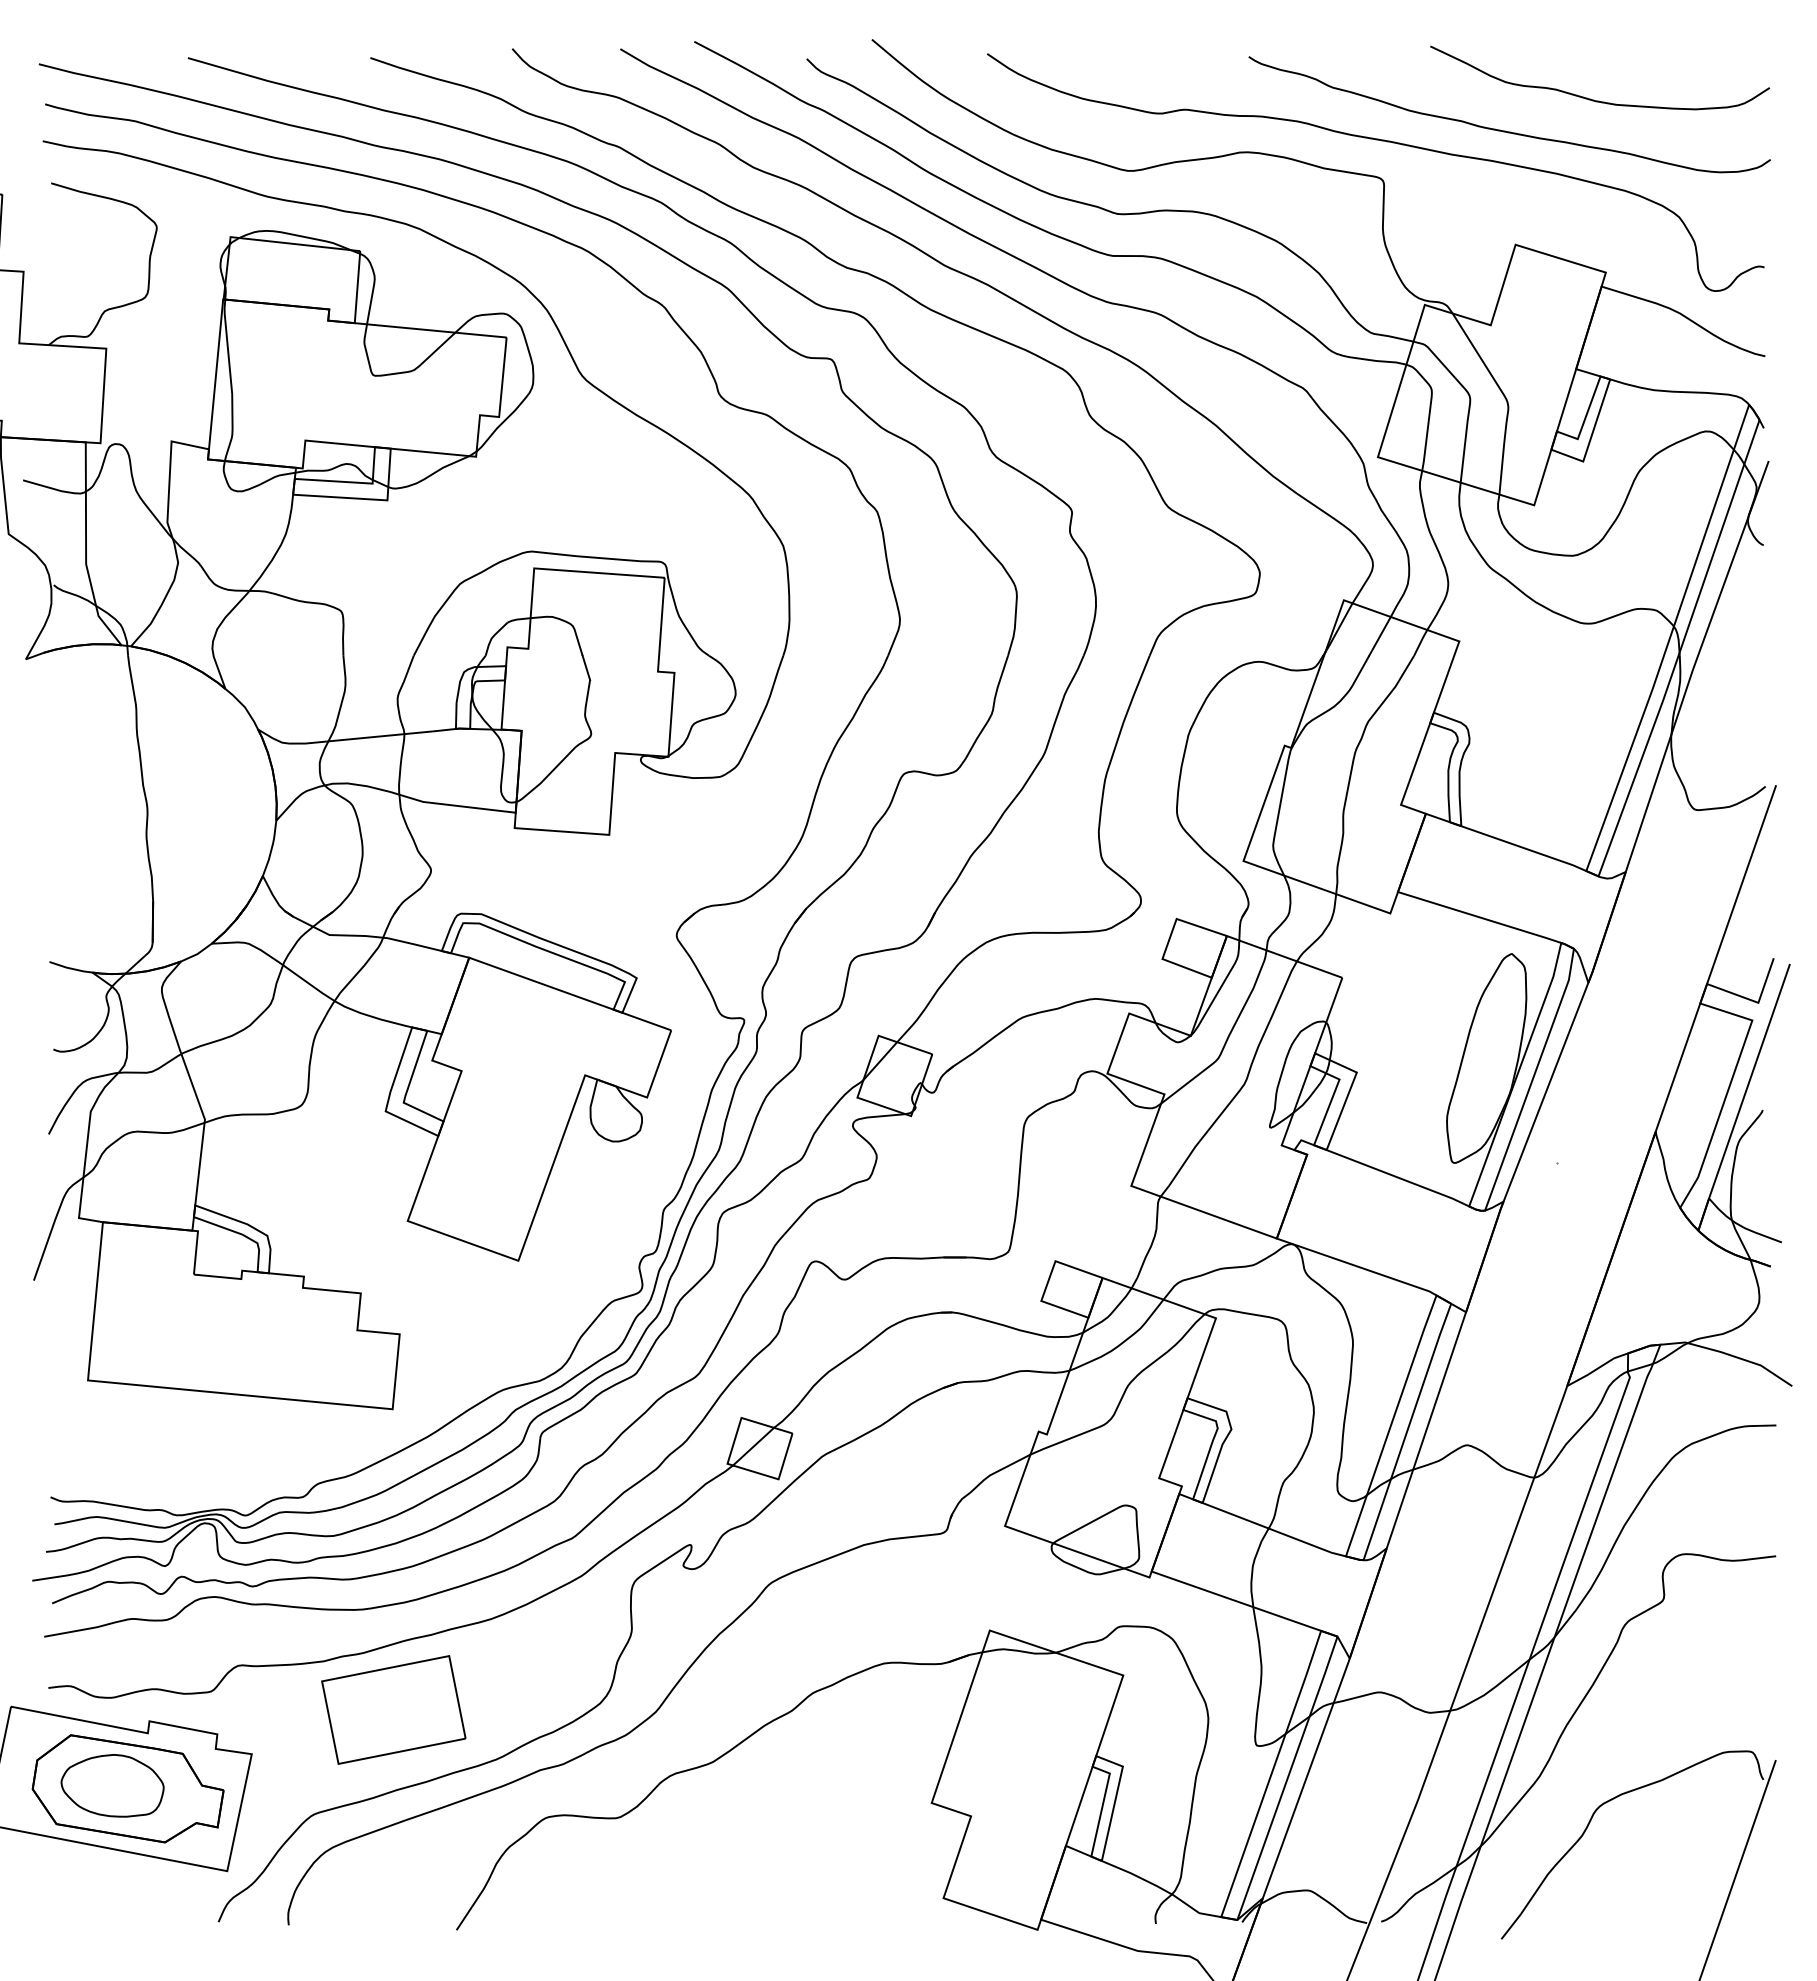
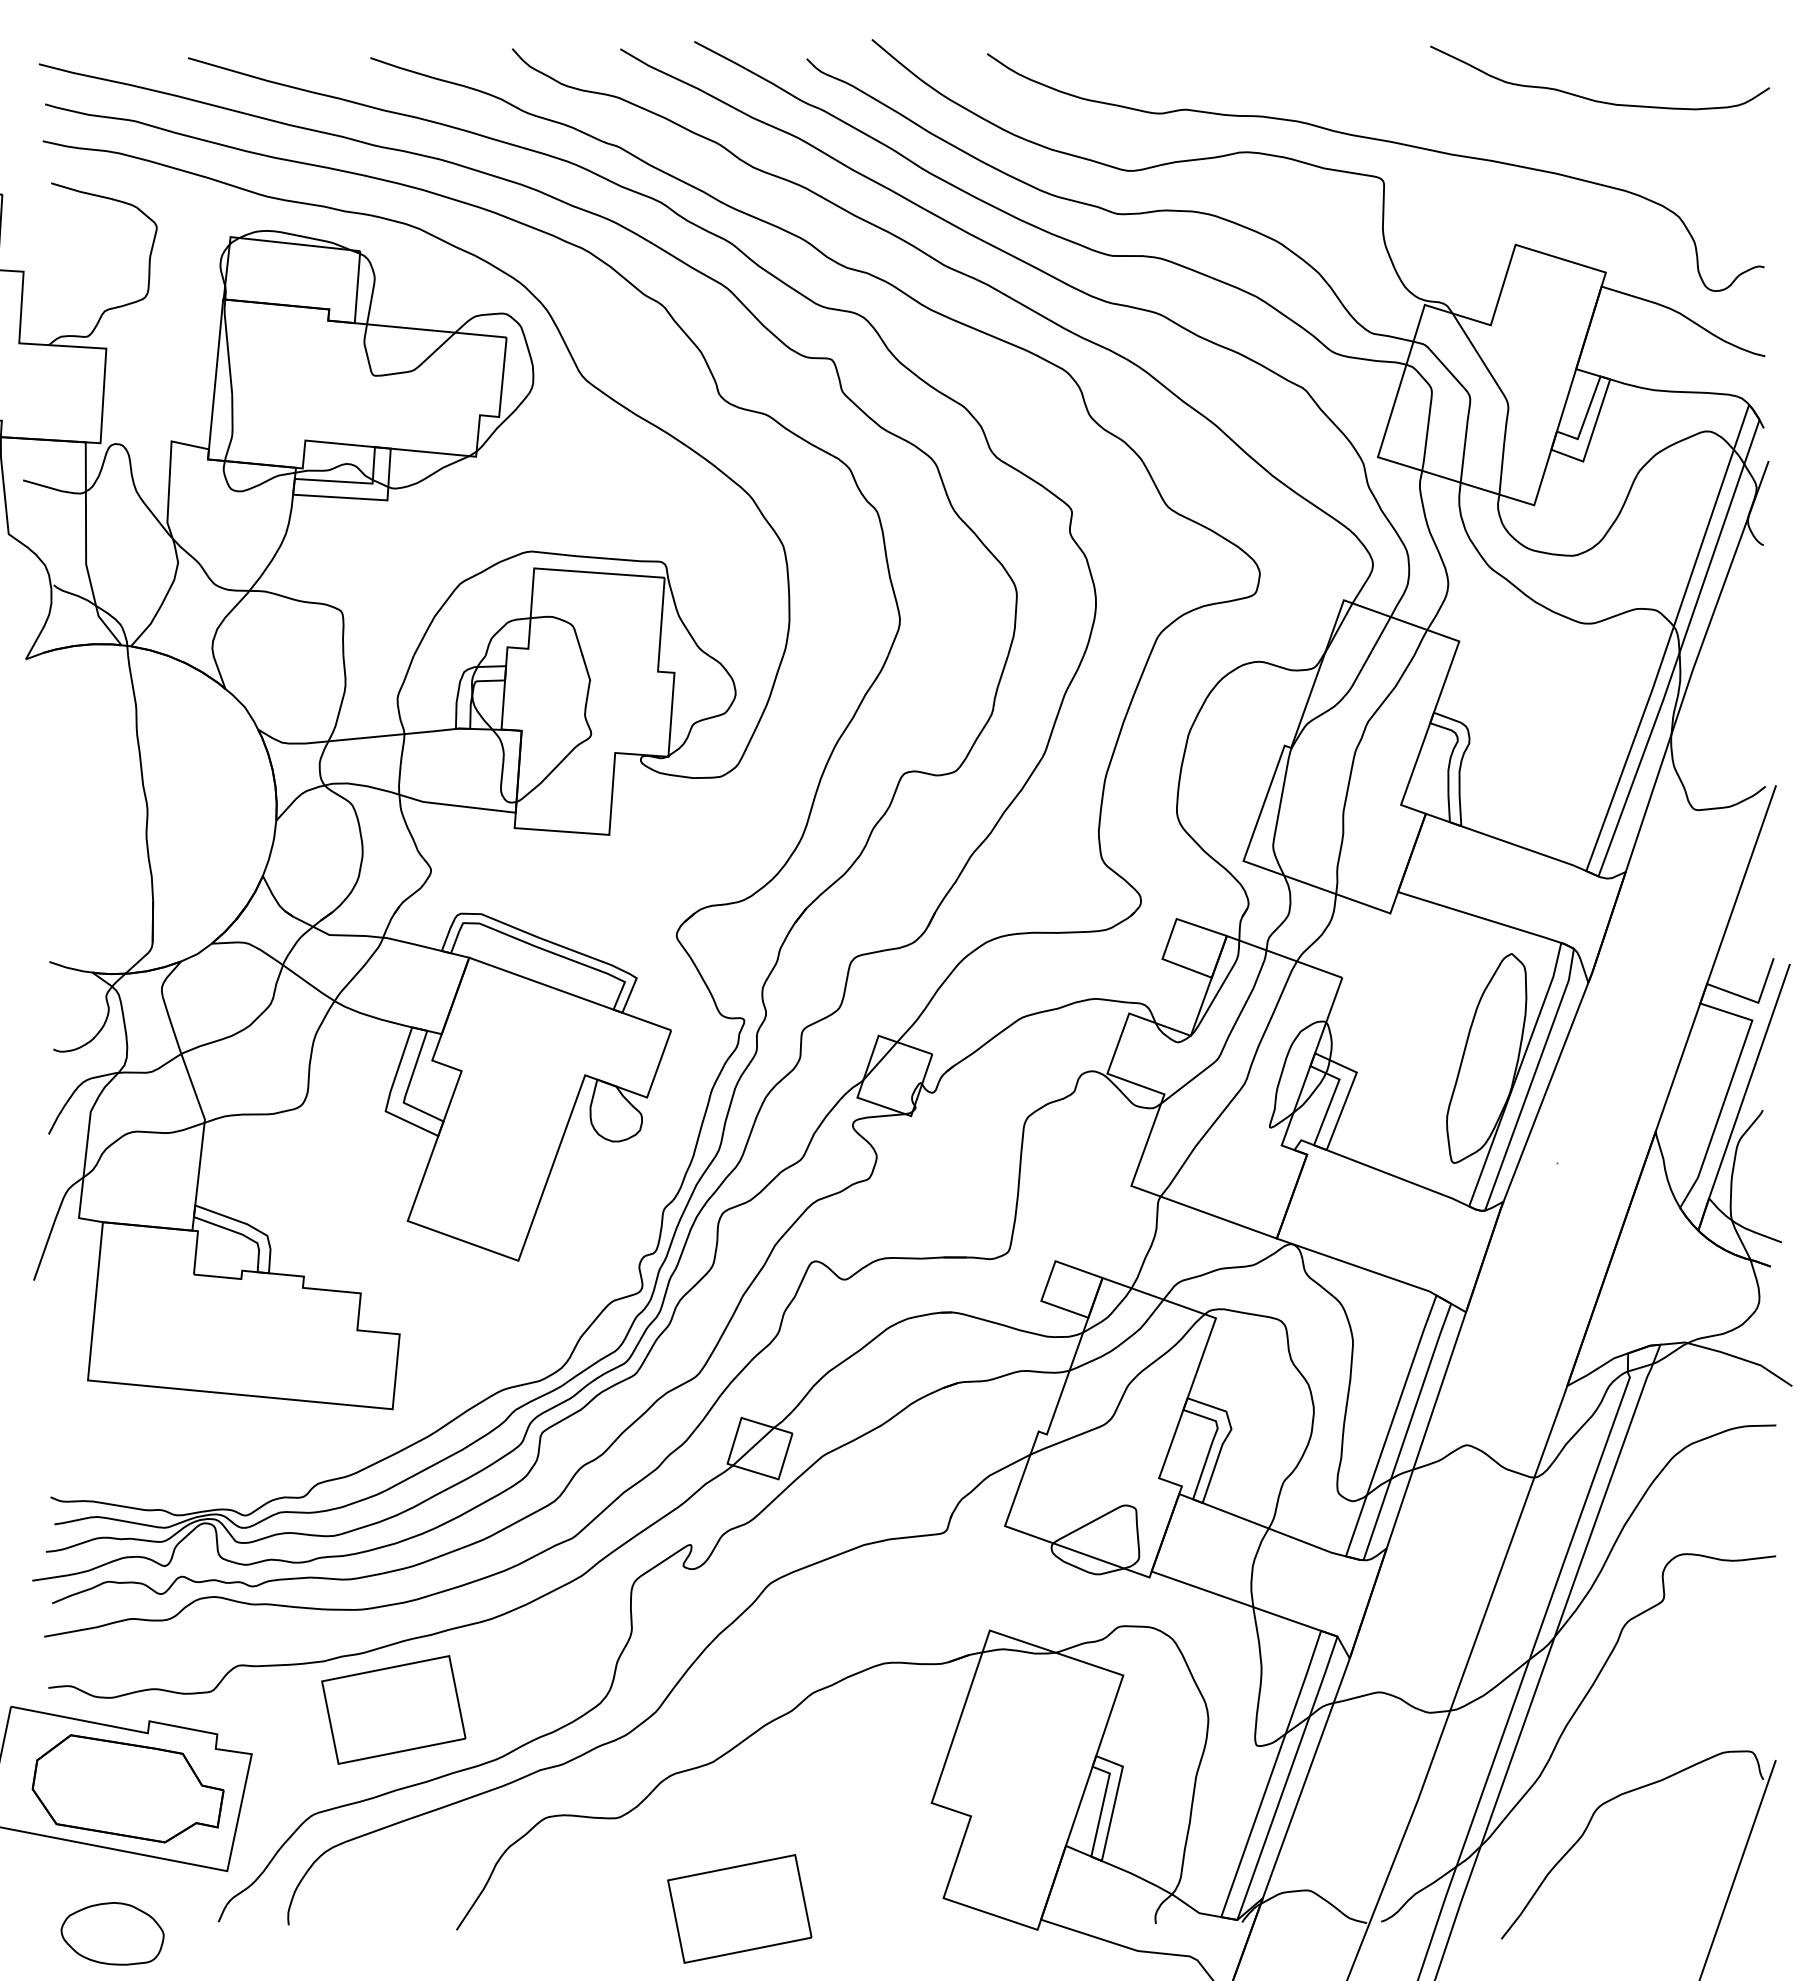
curve at (1505, 130): present -> none
part at (112, 1785) position: (112, 1785) -> (112, 1933)
part at (739, 1908): none -> present
